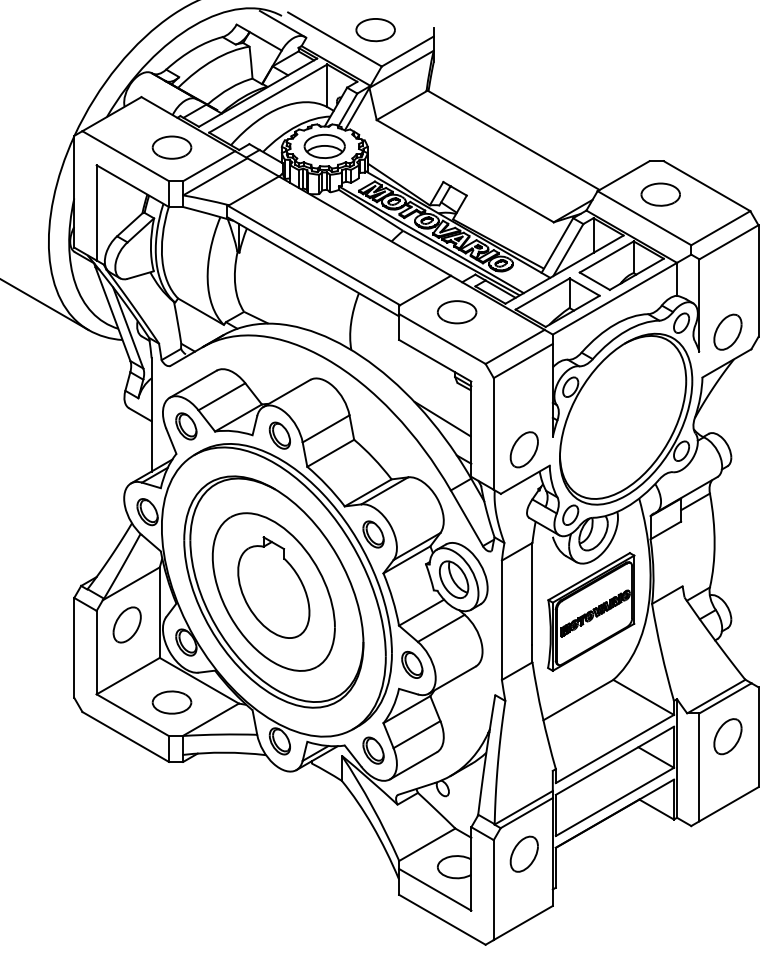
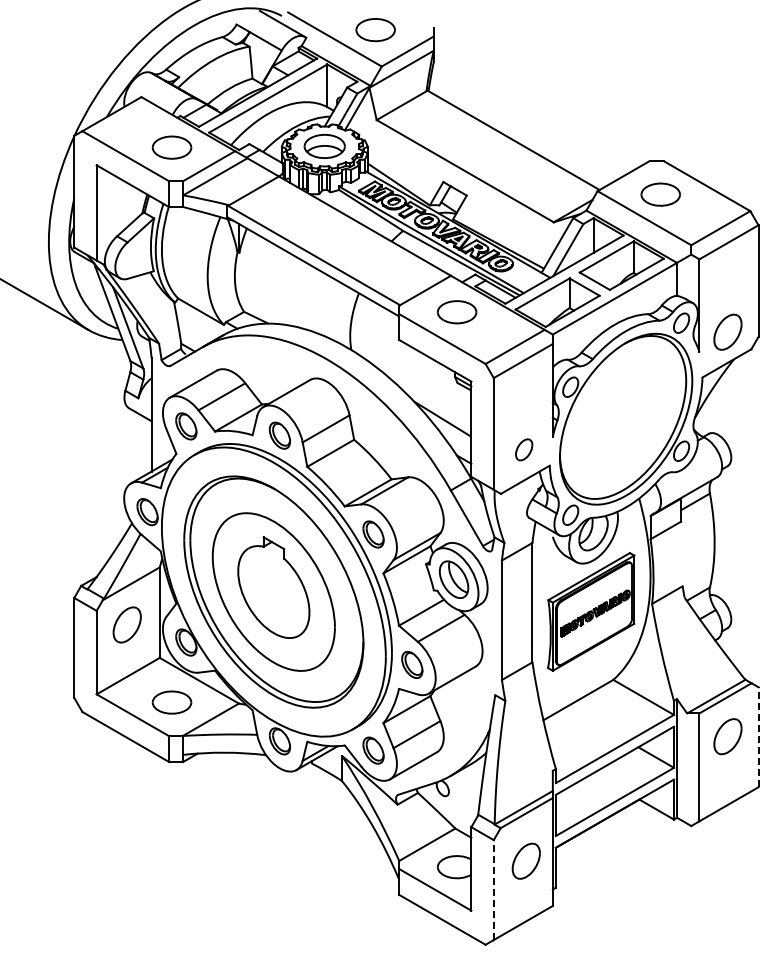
part at (523, 449) size: 30x38 px -> 19x24 px
line at (758, 737): solid -> dashed
part at (523, 853) position: (523, 853) -> (525, 860)
line at (493, 890): solid -> dashed
